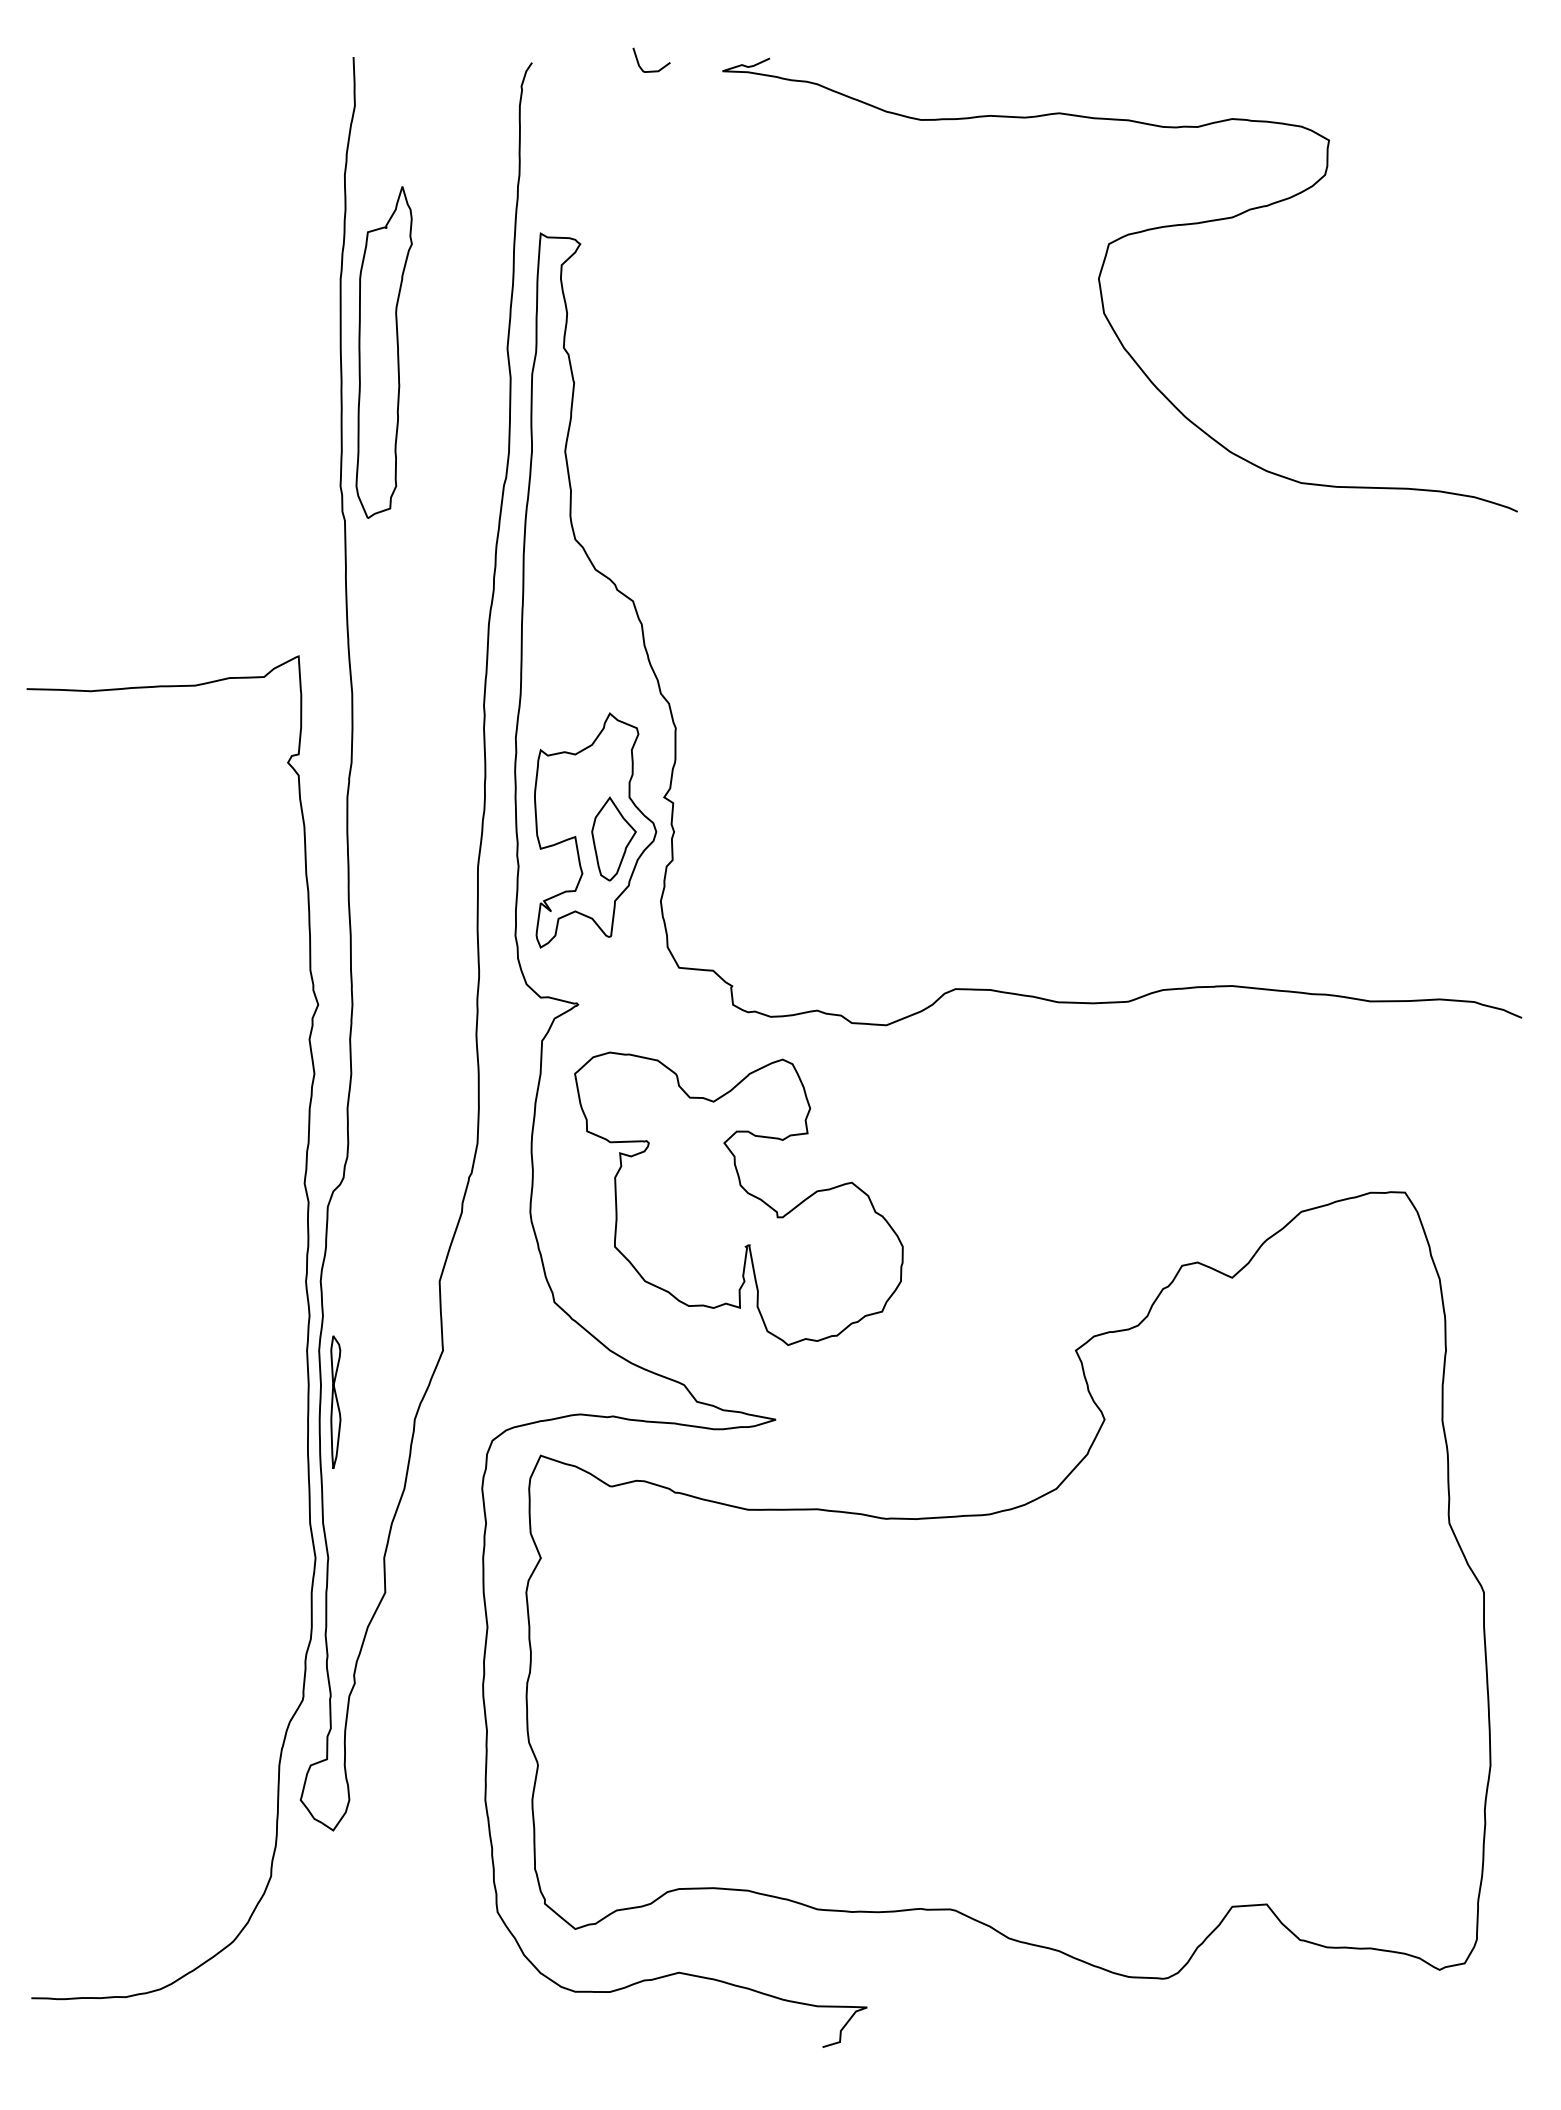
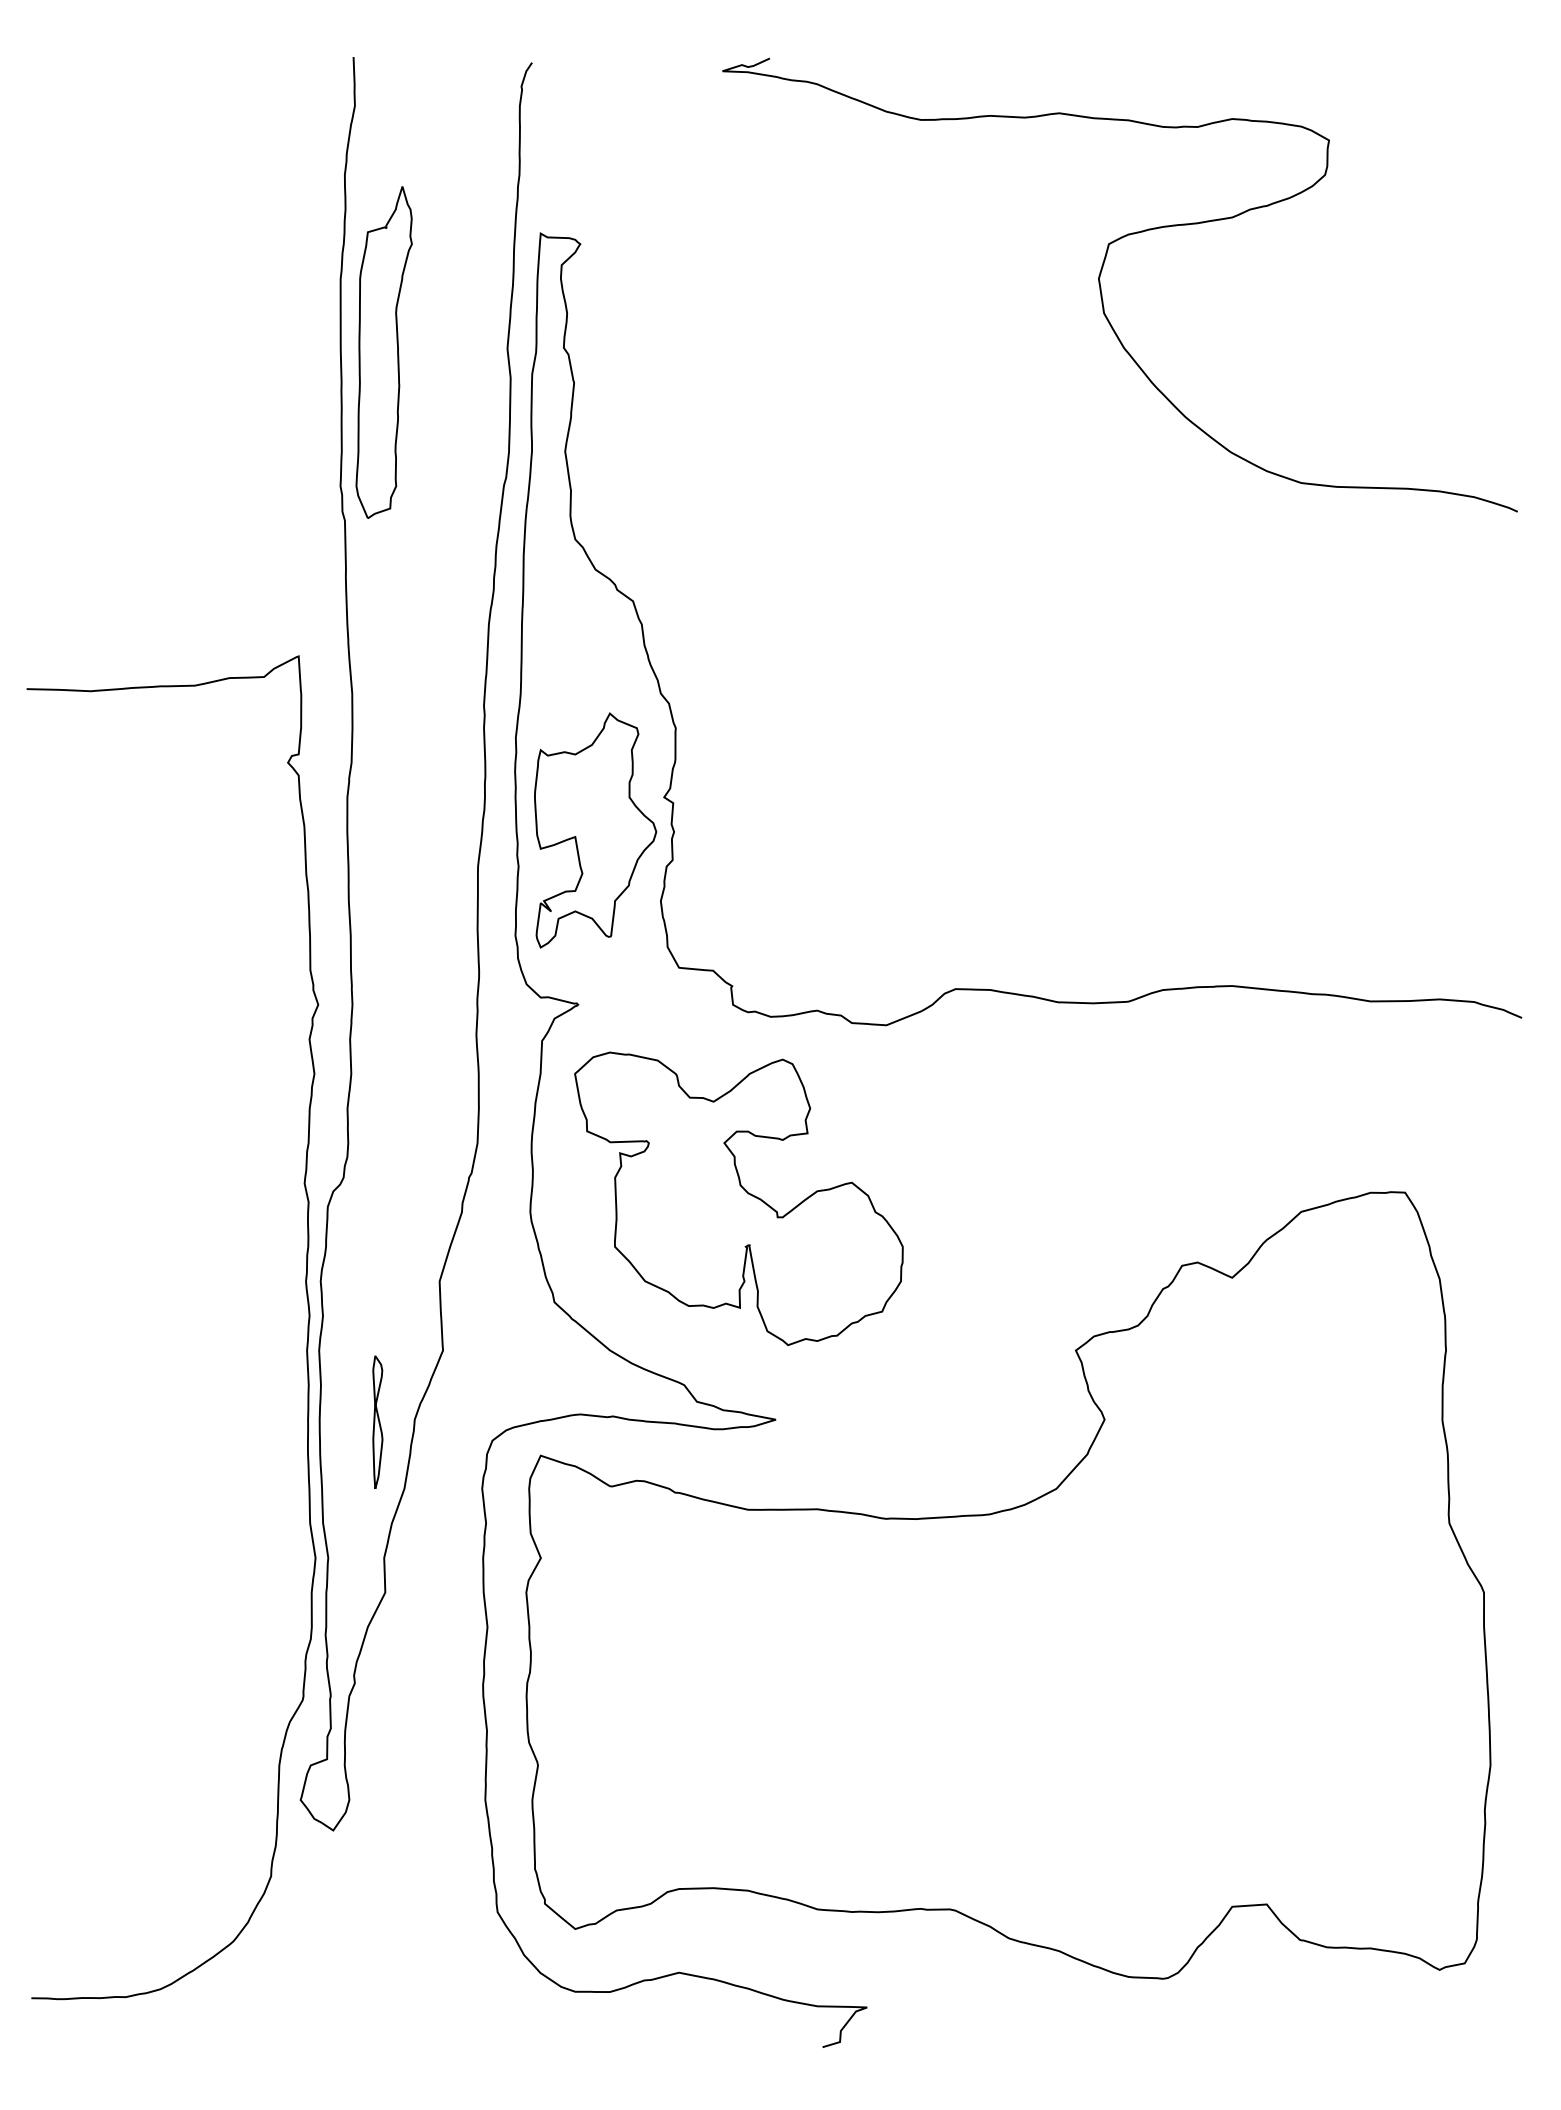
curve at (651, 70): present -> none
part at (613, 838): present -> none
part at (335, 1401) position: (335, 1401) -> (377, 1421)
